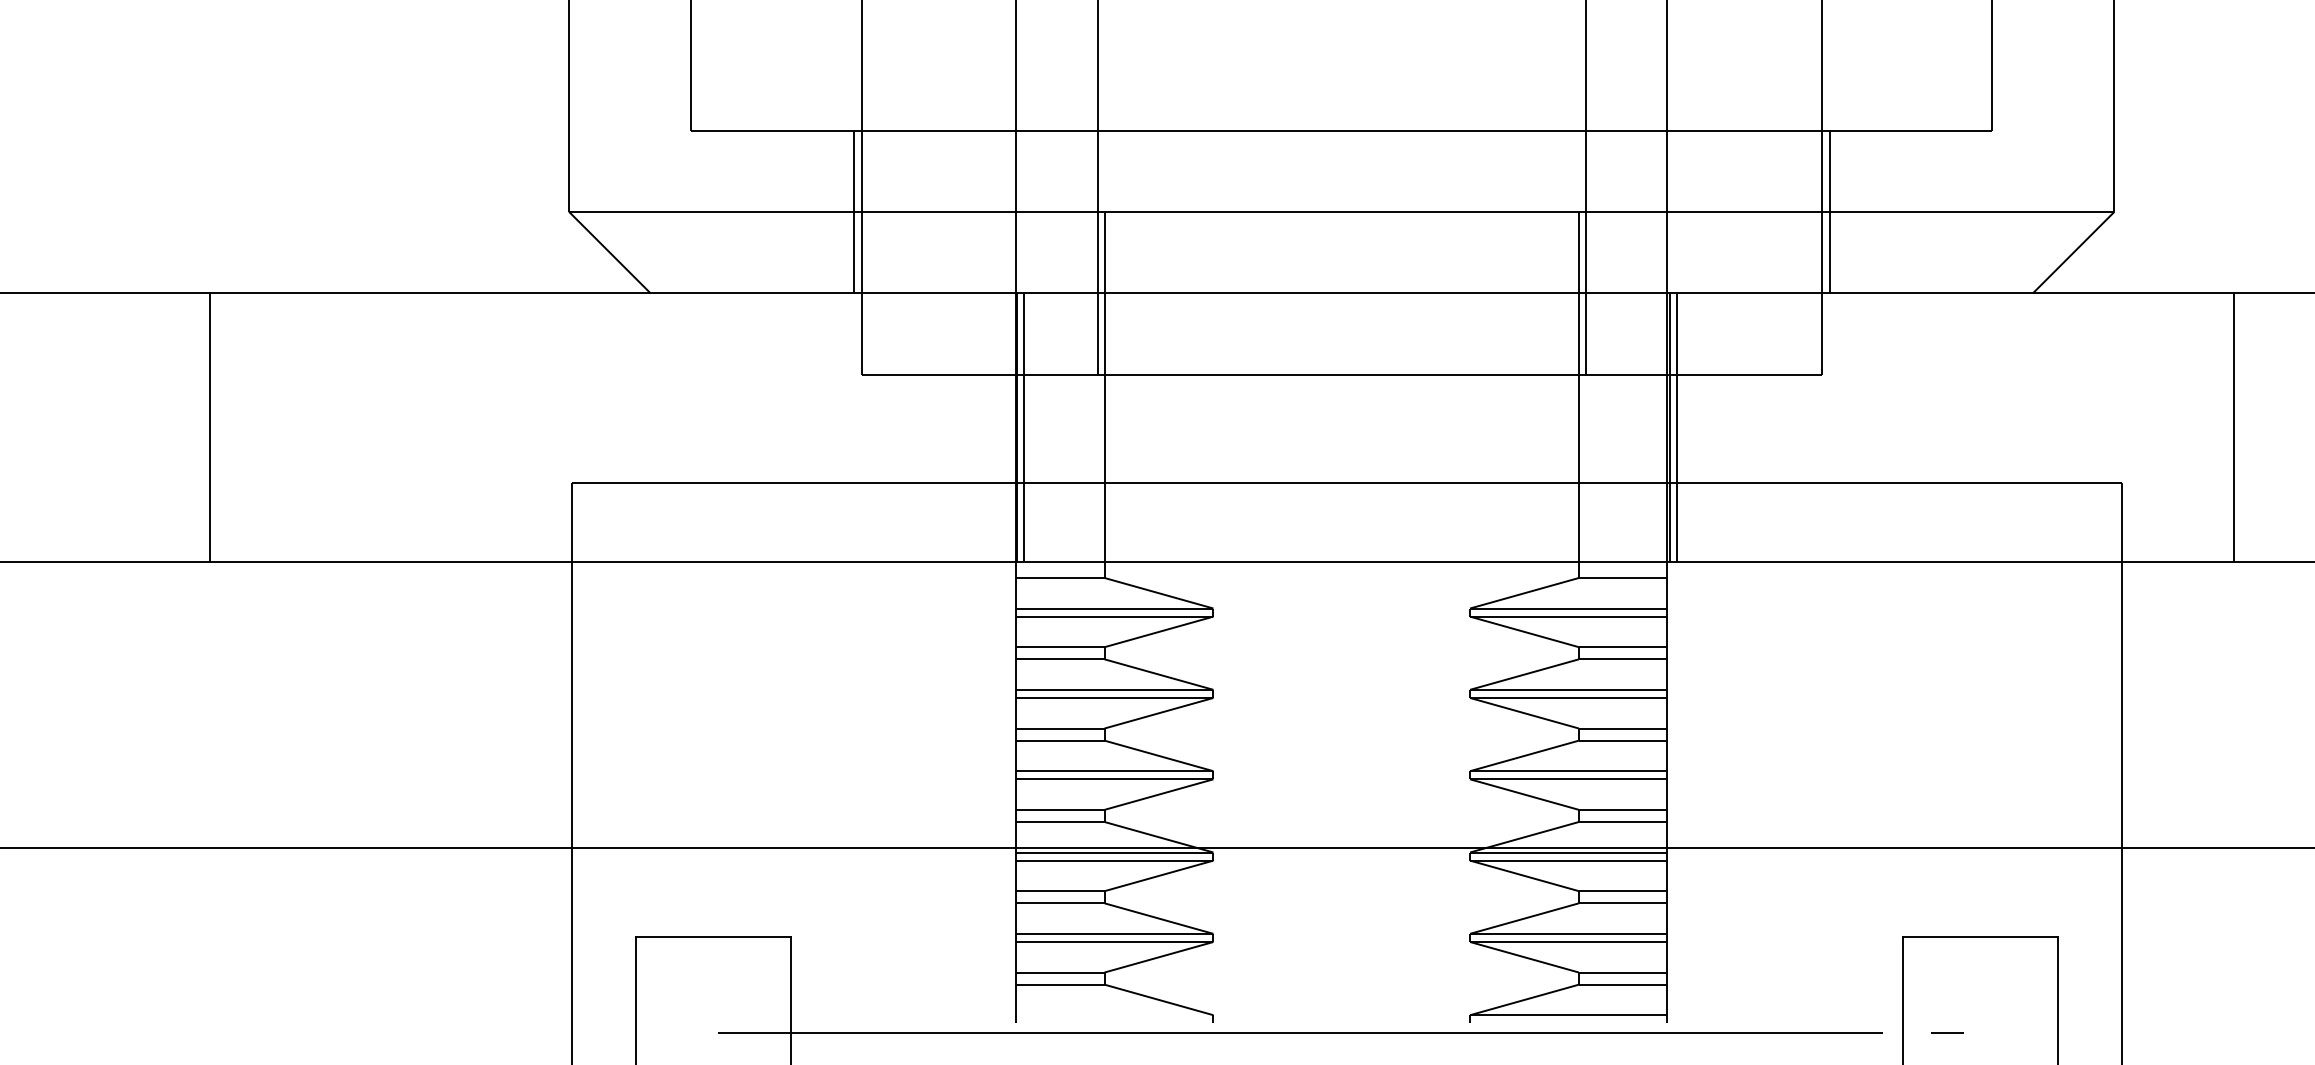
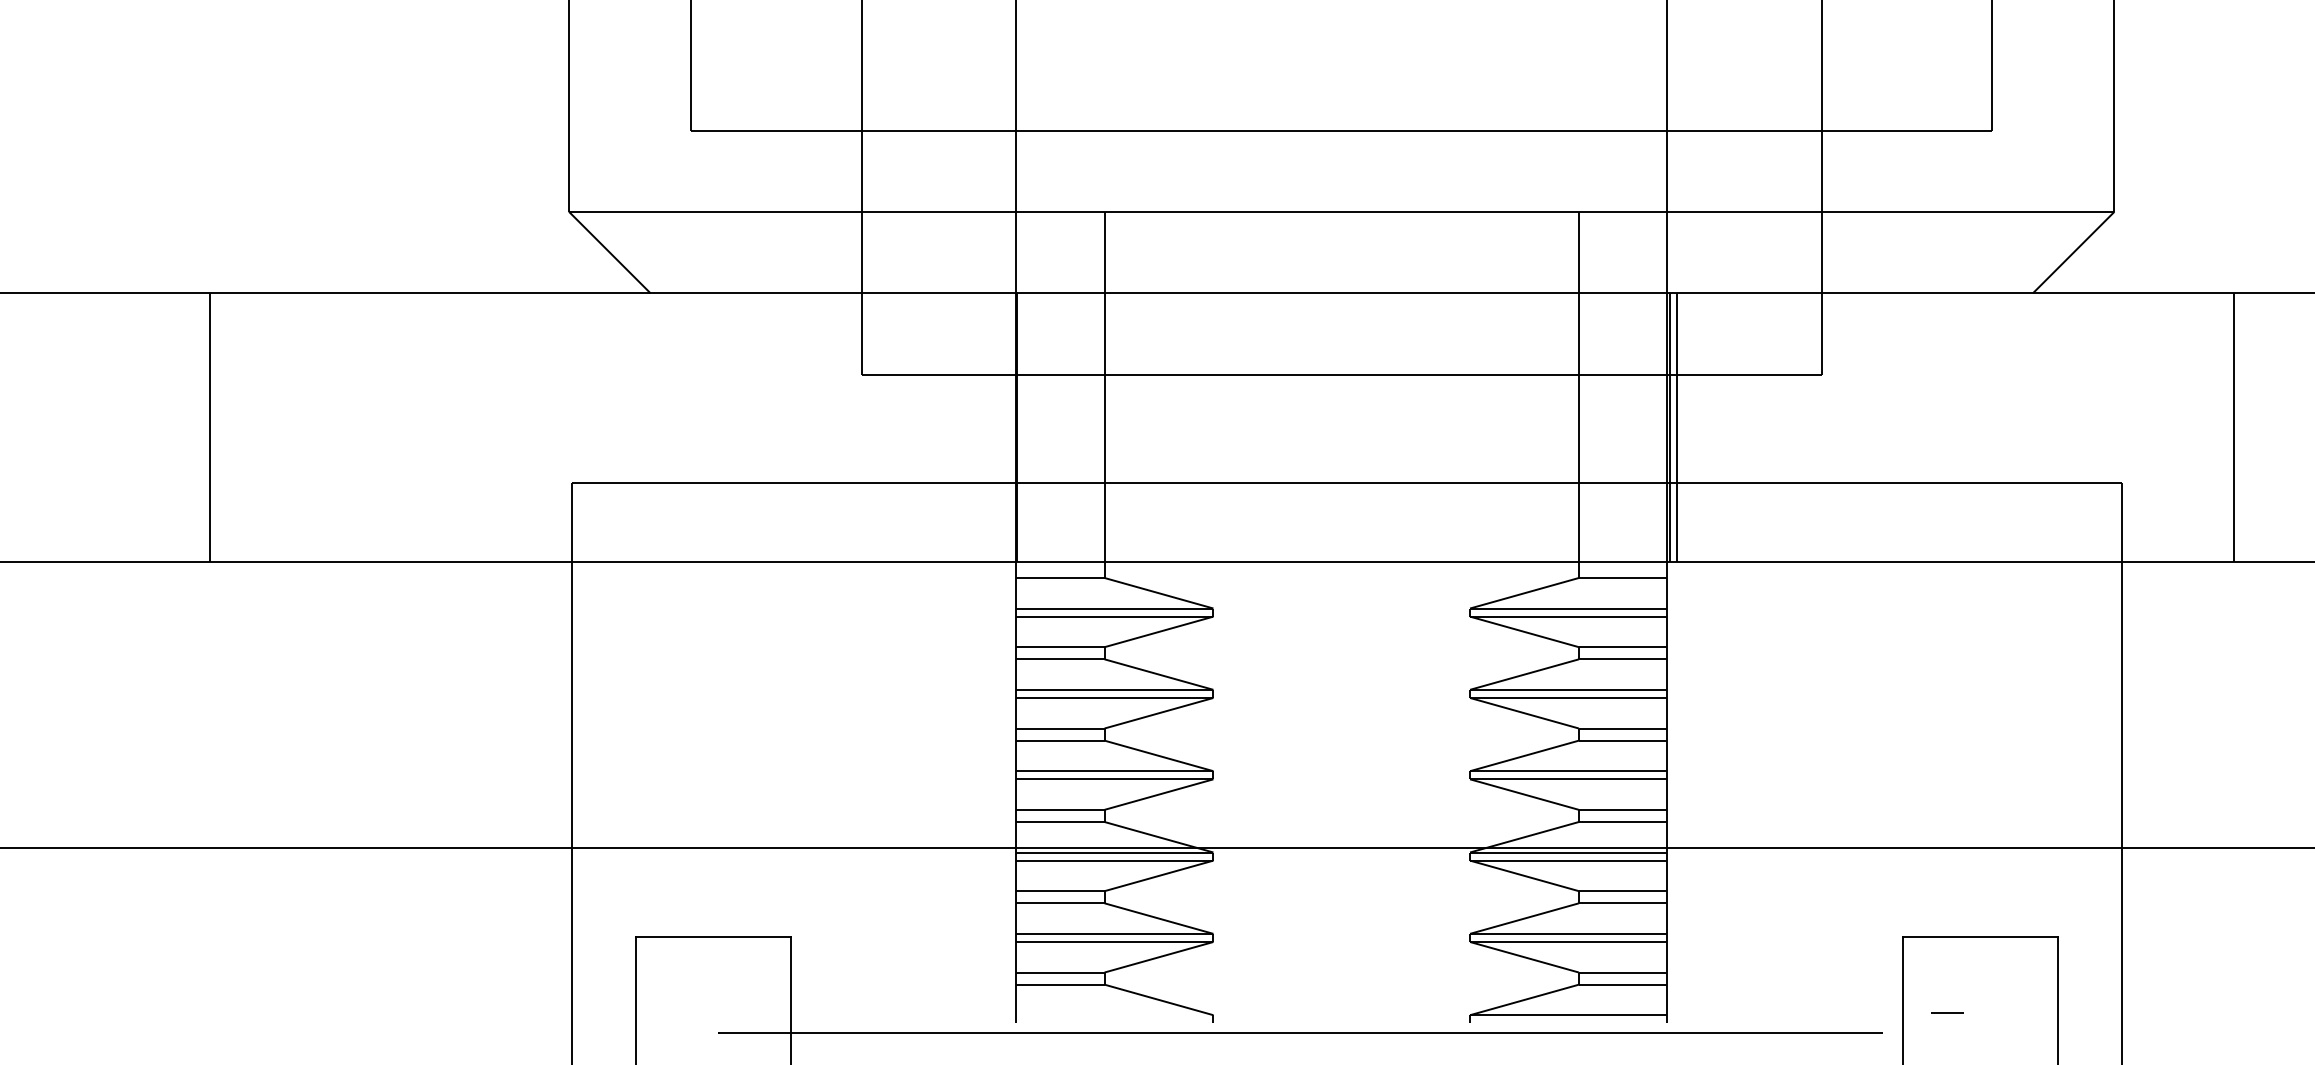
line at (1097, 188): present -> none
line at (1585, 188): present -> none
line at (853, 211): present -> none
line at (1829, 211): present -> none
line at (1024, 427): present -> none
line at (1947, 1032) position: (1947, 1032) -> (1947, 1012)
